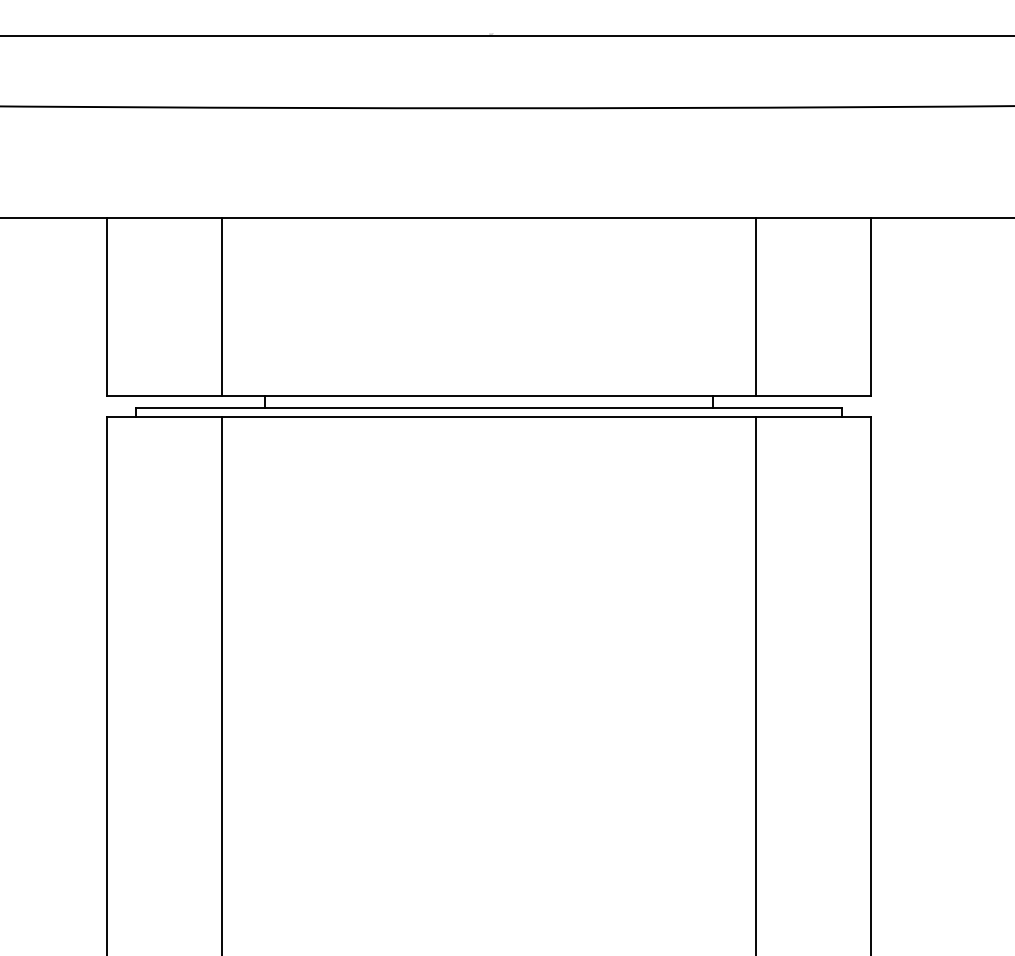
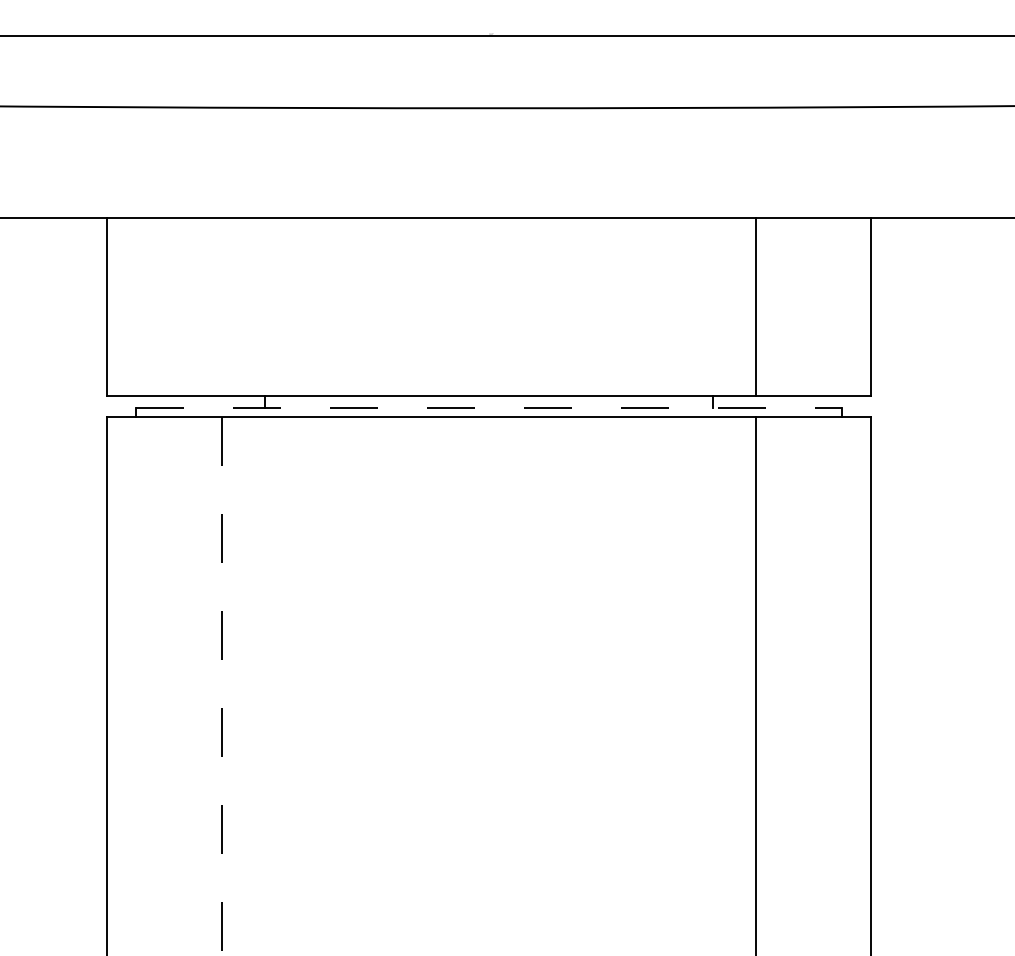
line at (221, 307): present -> none
line at (489, 407): solid -> dashed
line at (221, 686): solid -> dashed
